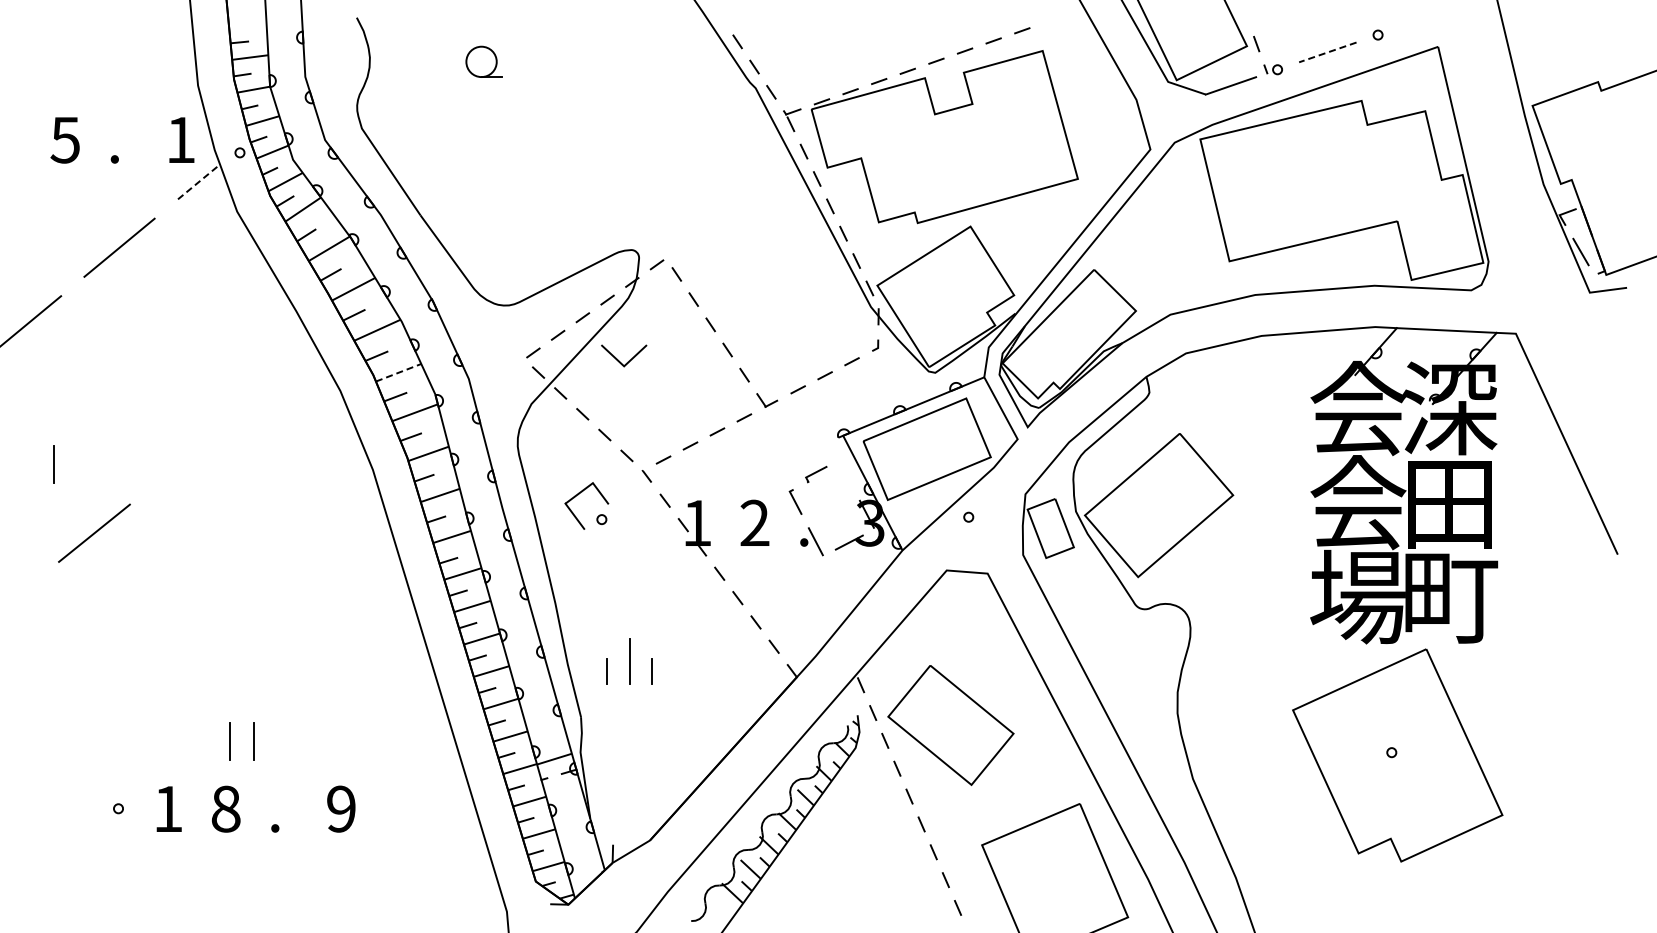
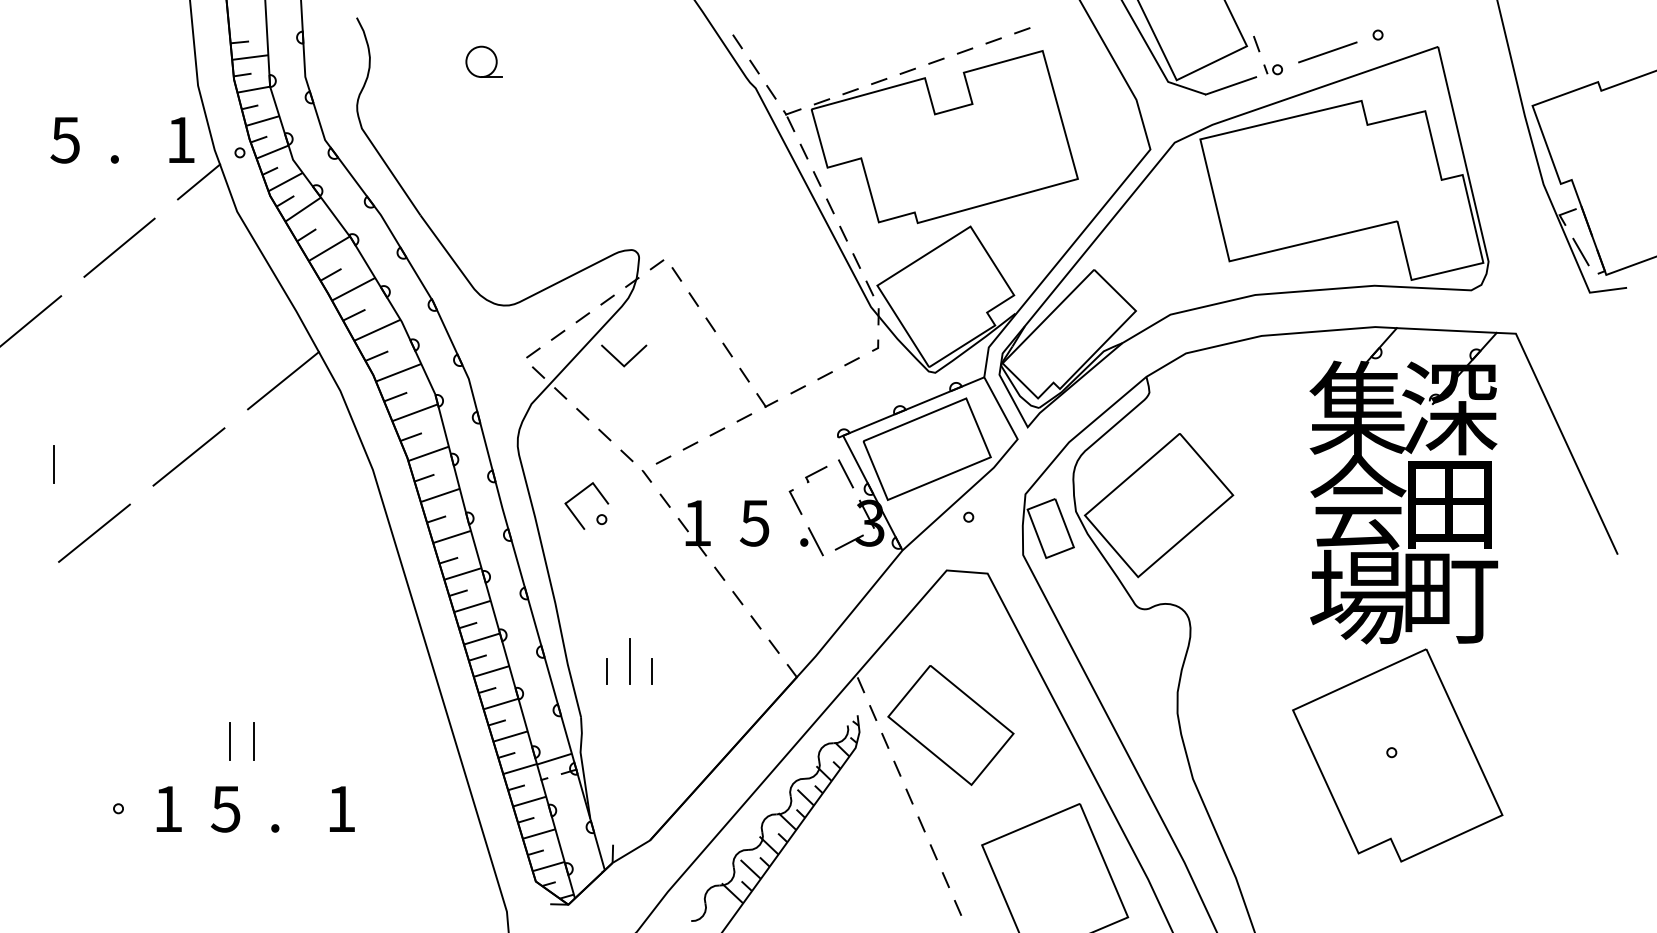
line at (1327, 52): dashed -> solid
line at (199, 181): dashed -> solid
line at (399, 372): dashed -> solid
line at (283, 380): none -> present
text at (1357, 408): 会 -> 集
line at (188, 456): none -> present
line at (845, 473): none -> present
text at (754, 522): 2 -> 5
text at (225, 808): 8 -> 5
text at (341, 808): 9 -> 1
